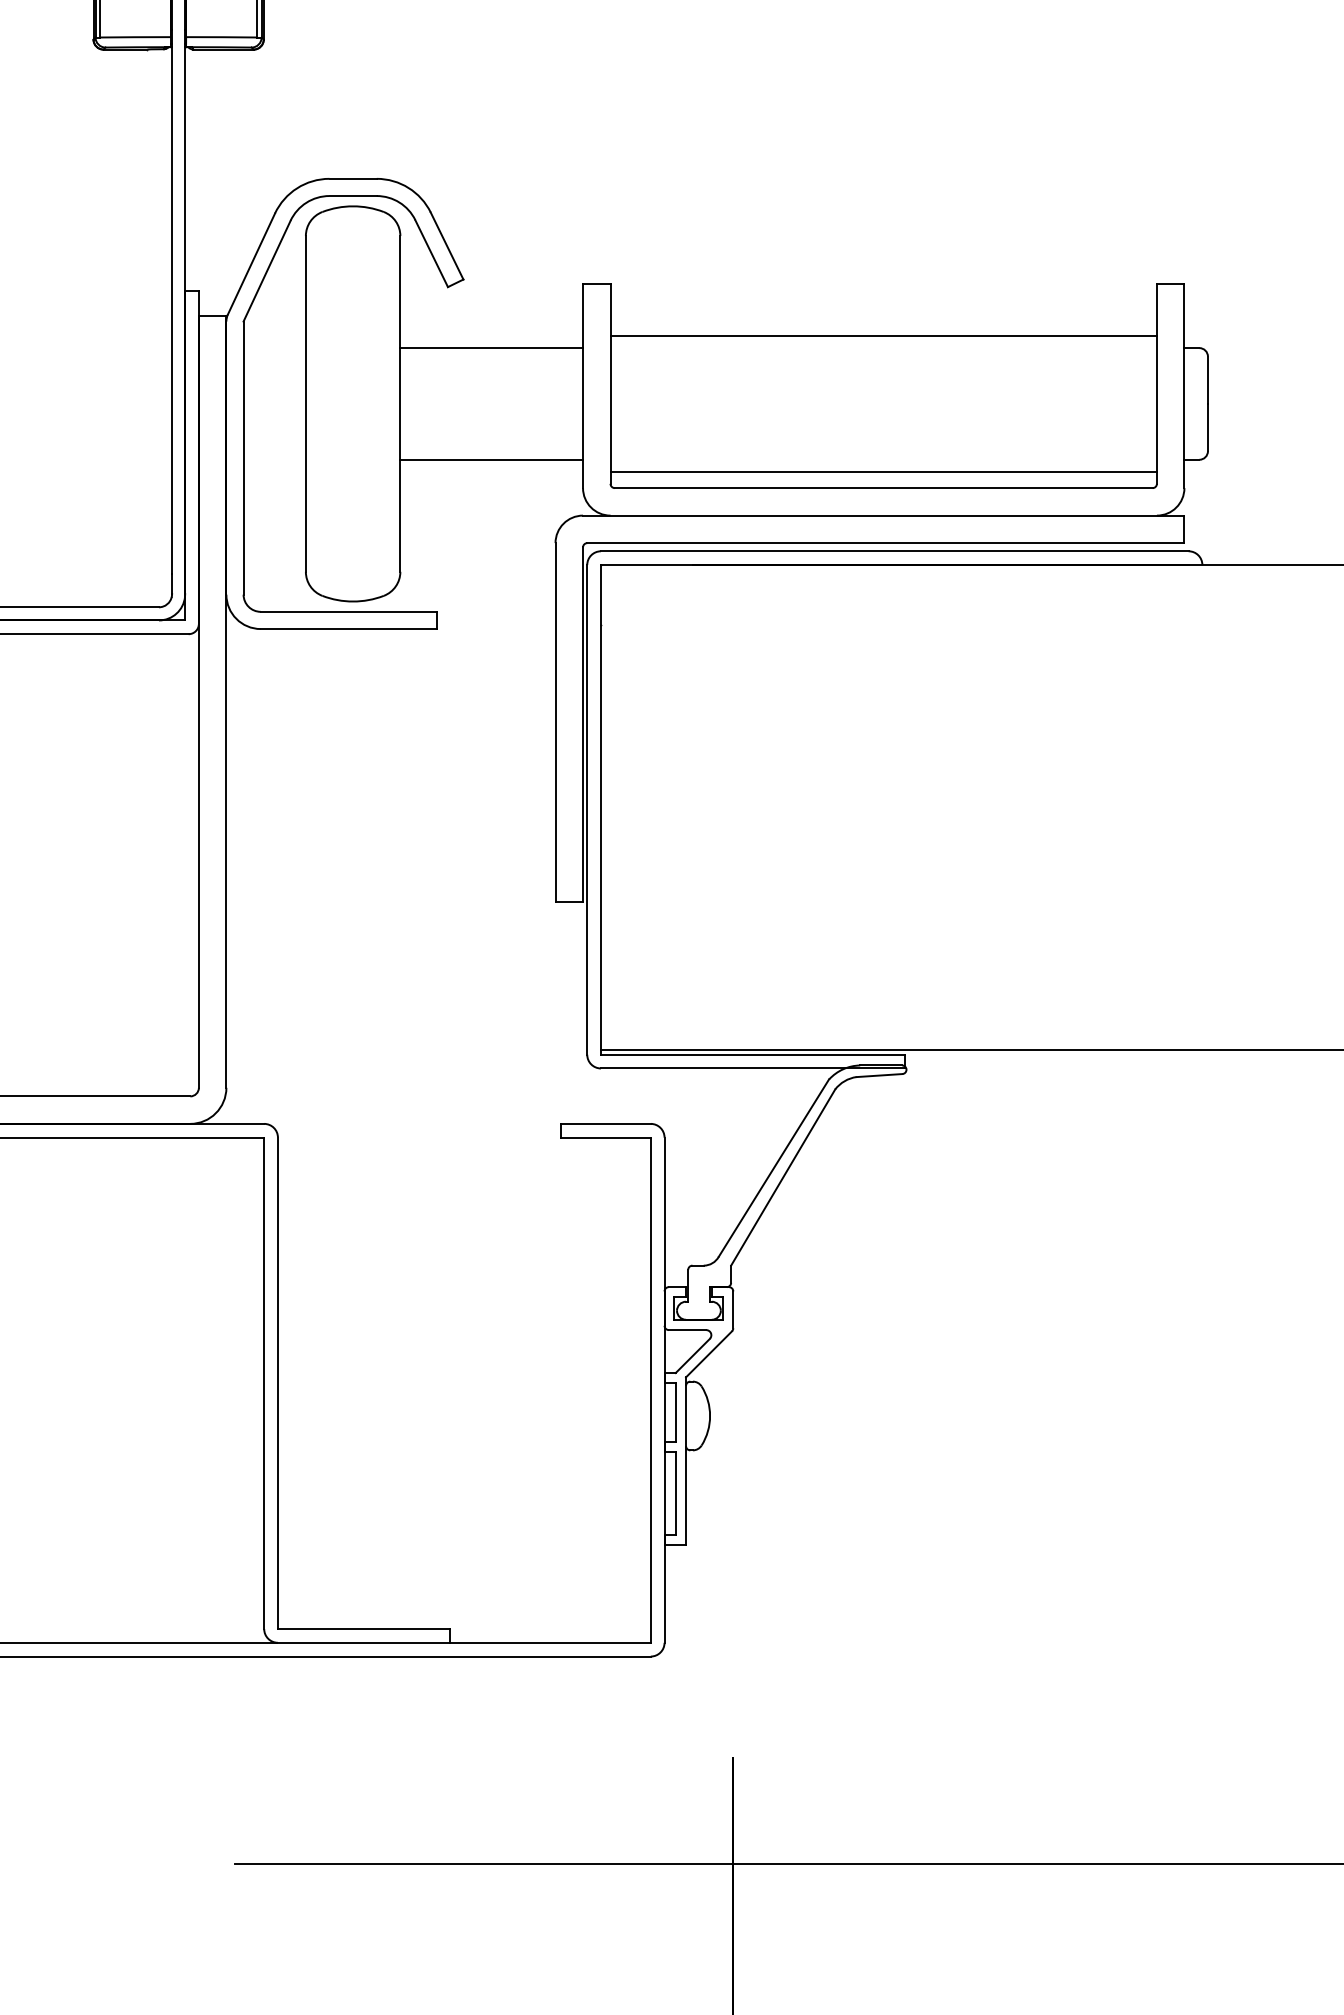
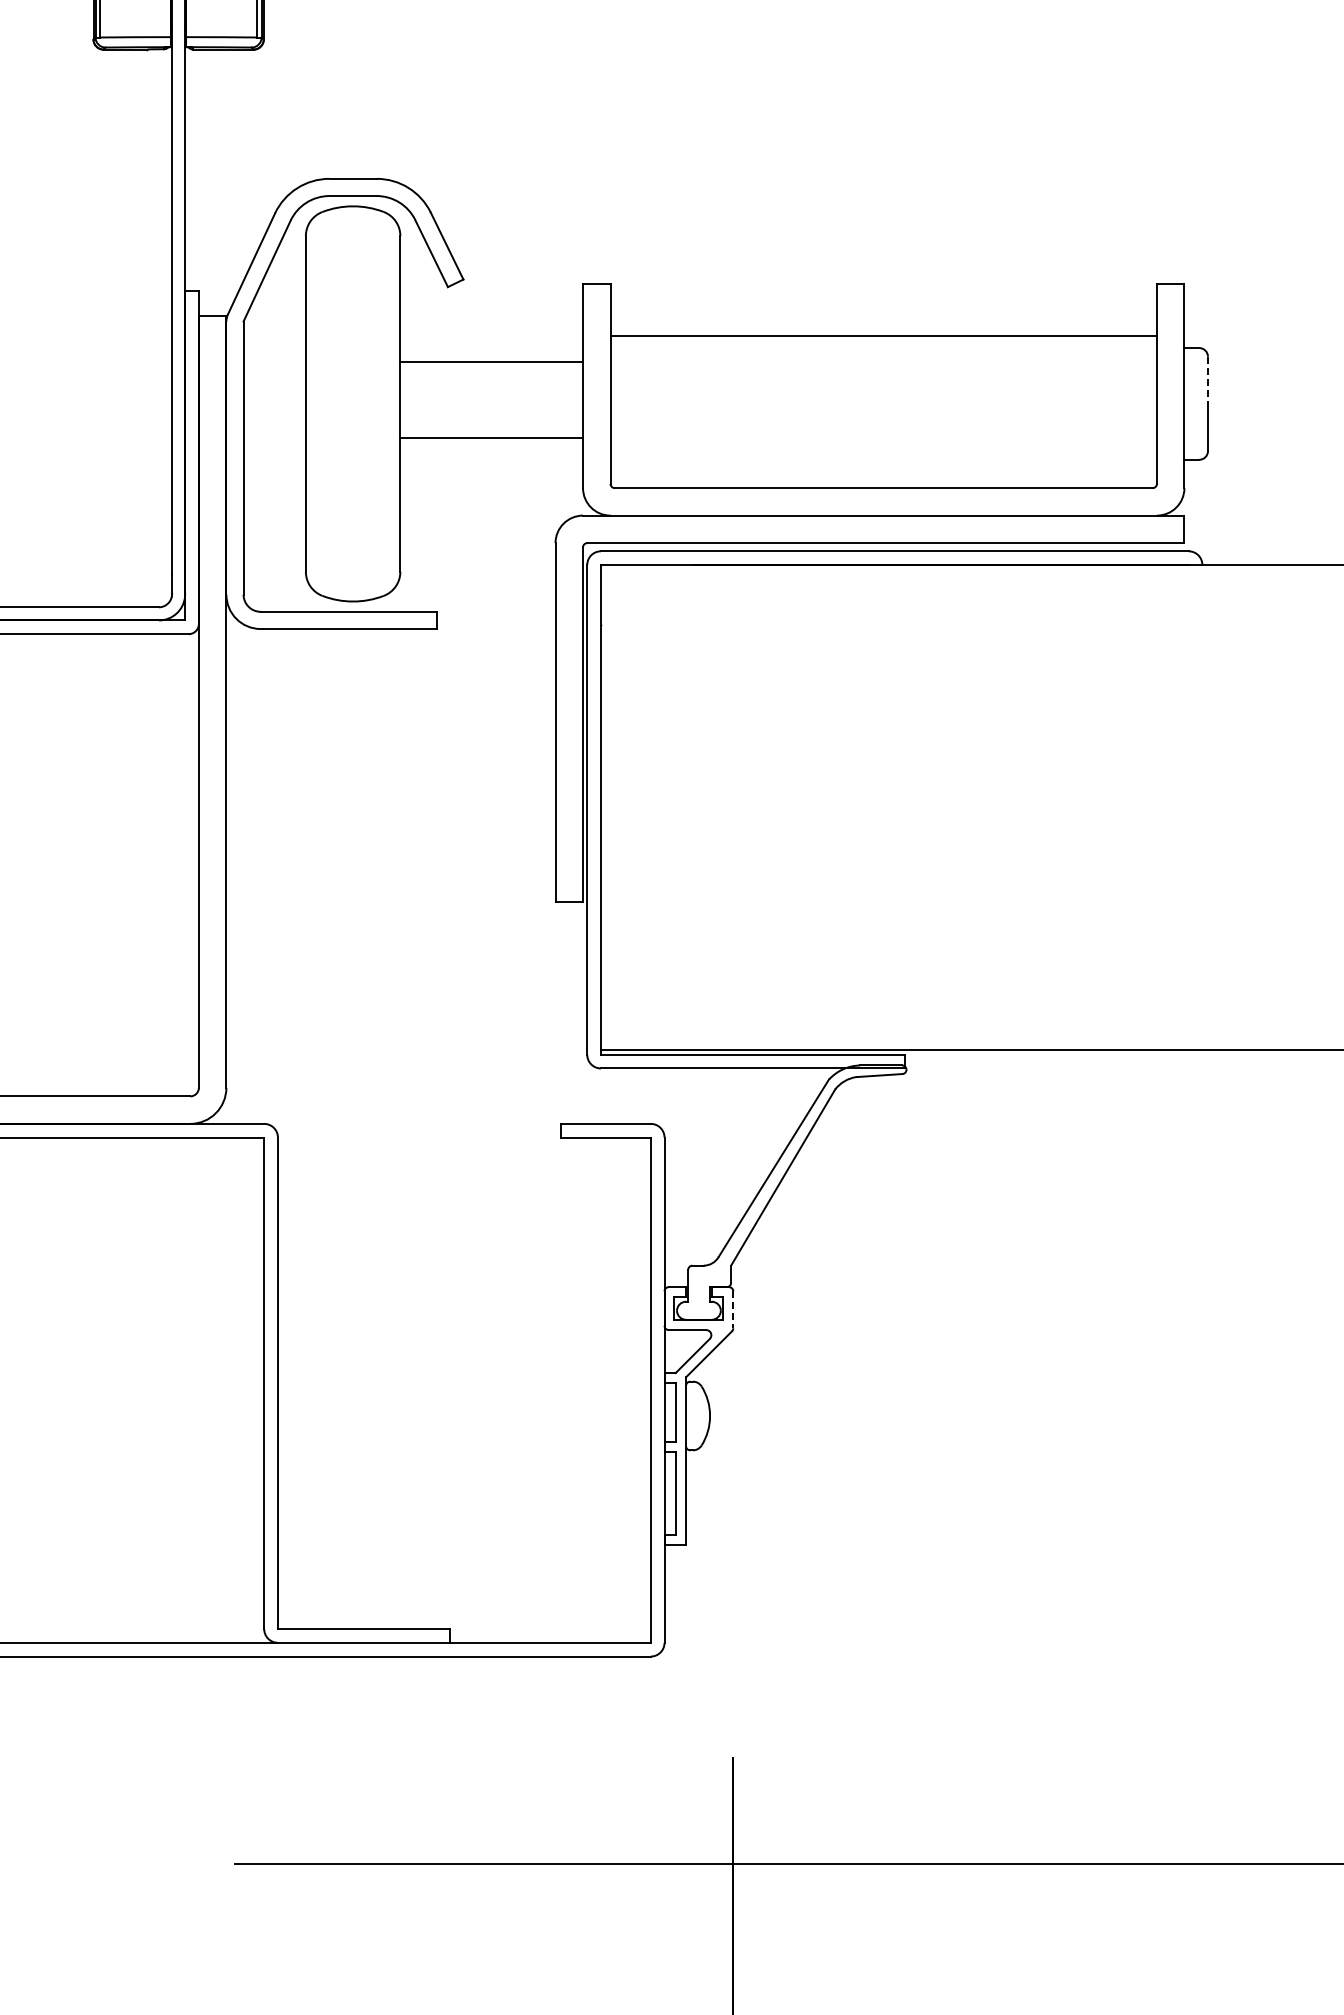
line at (491, 348) position: (491, 348) -> (491, 362)
line at (1207, 380): solid -> dashed
line at (491, 459) position: (491, 459) -> (491, 437)
line at (883, 472): present -> none
line at (733, 1310): solid -> dashed
